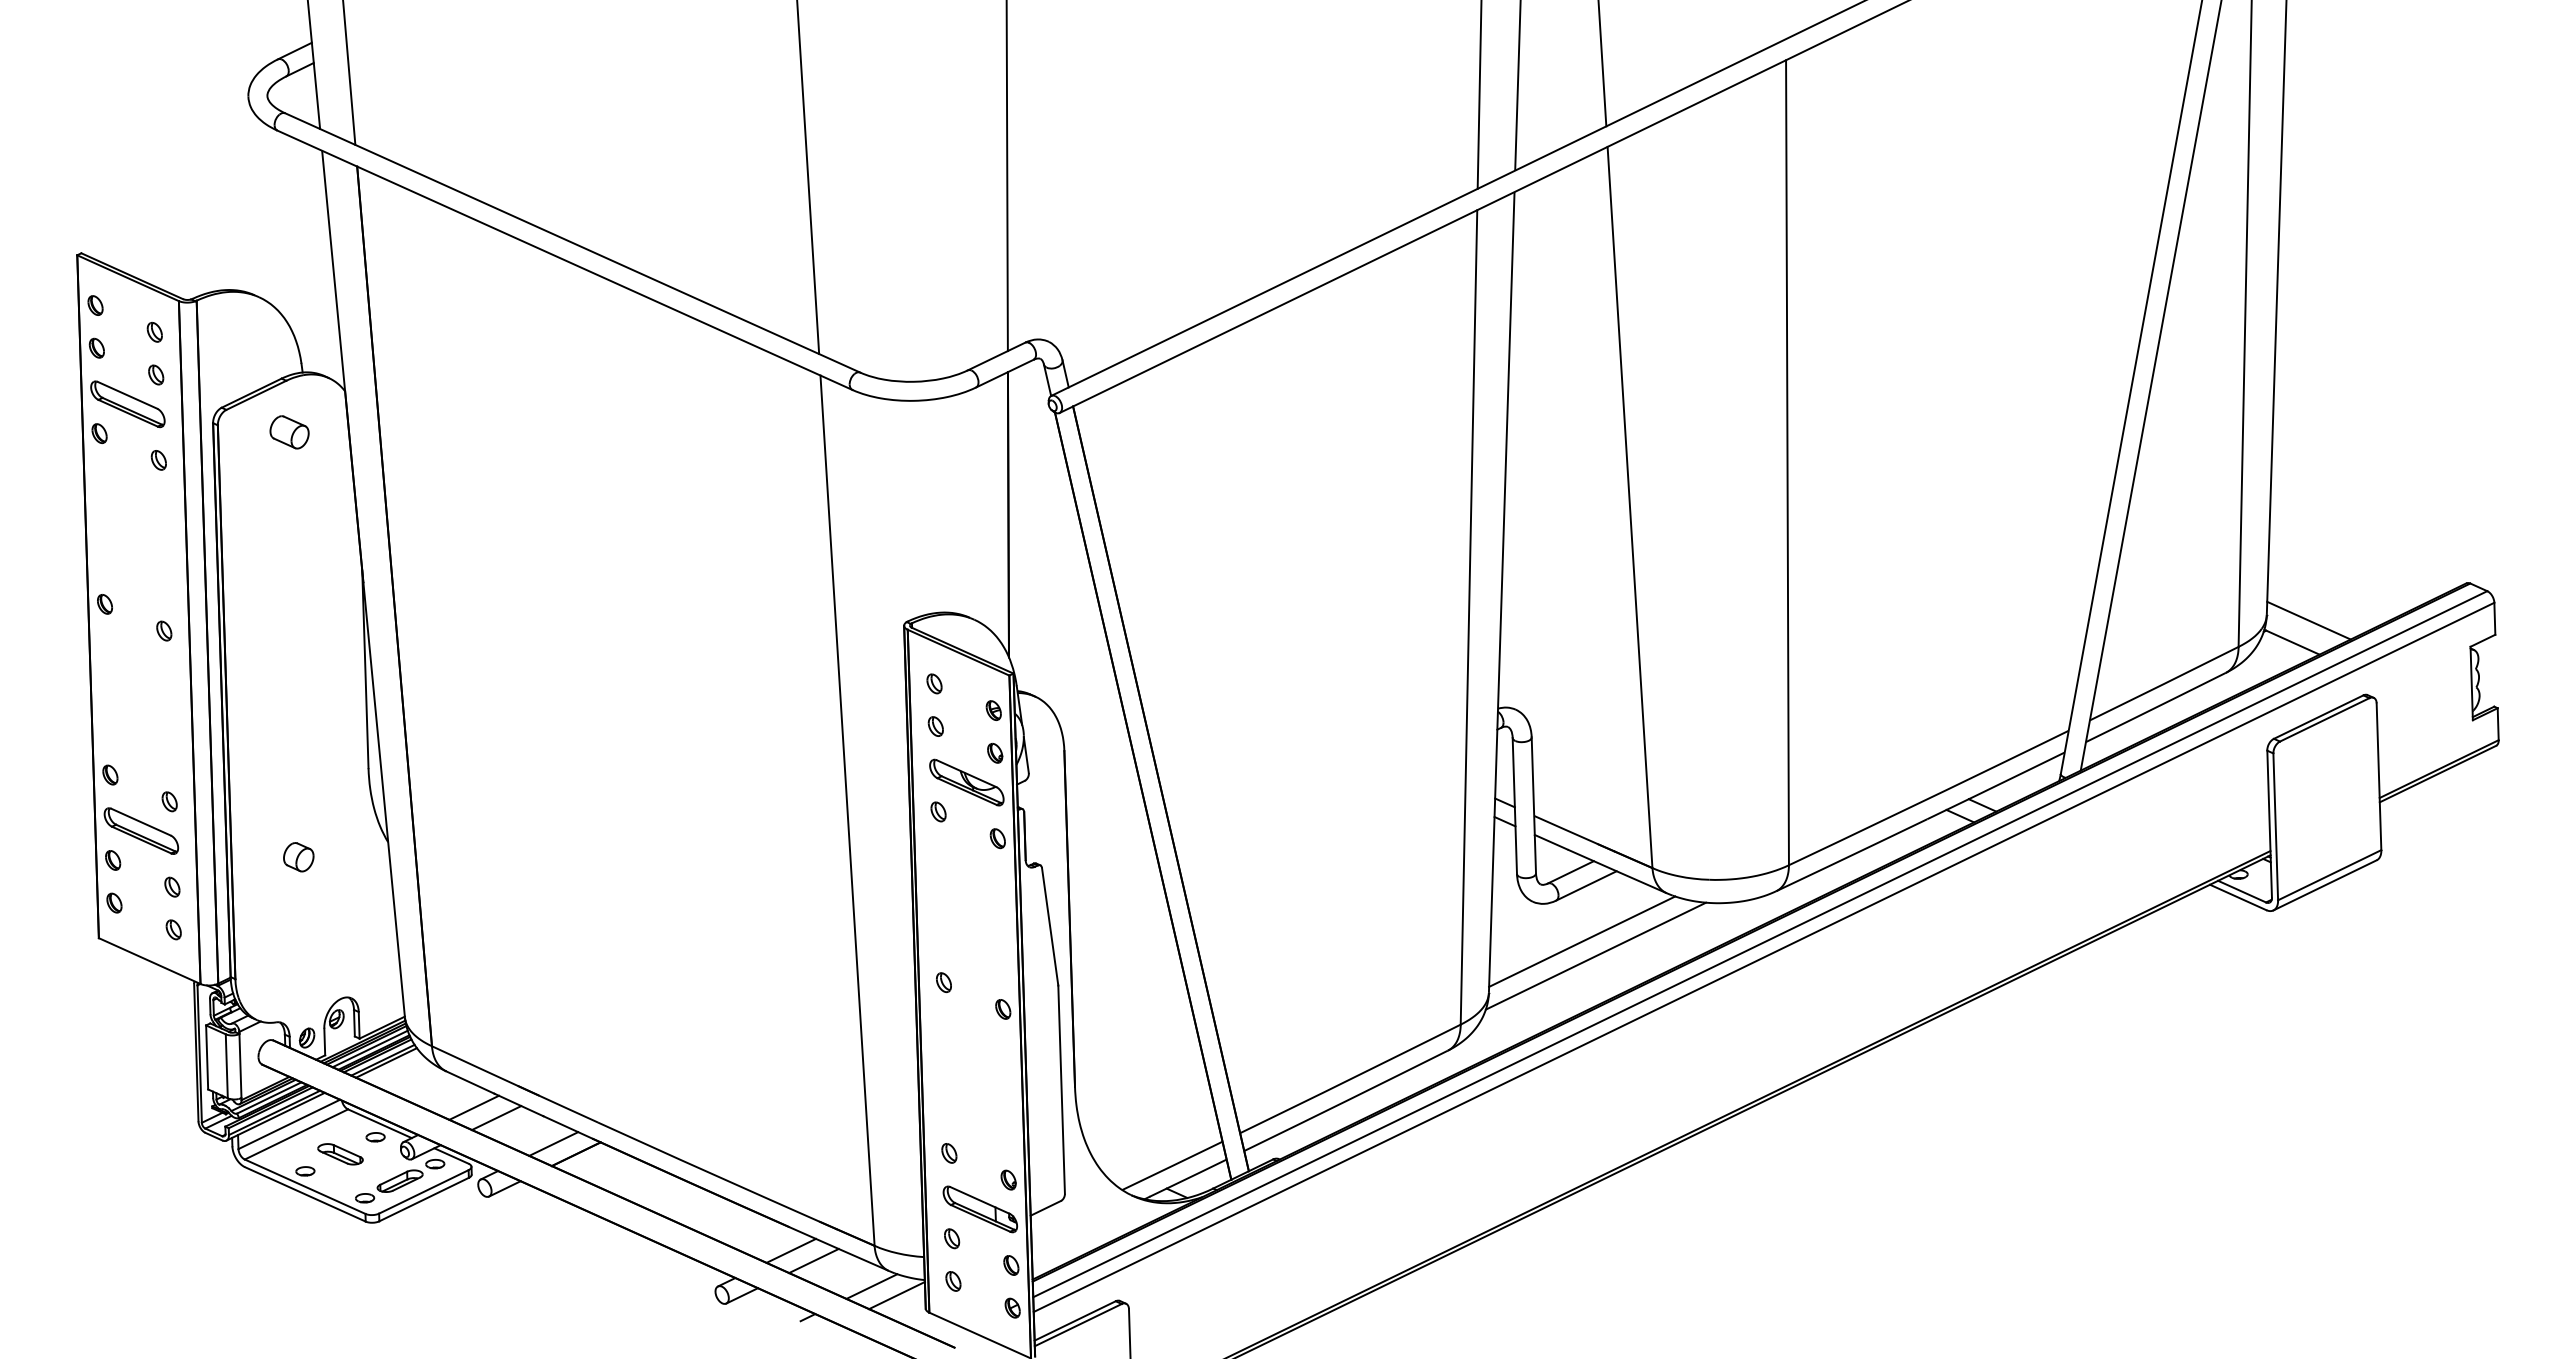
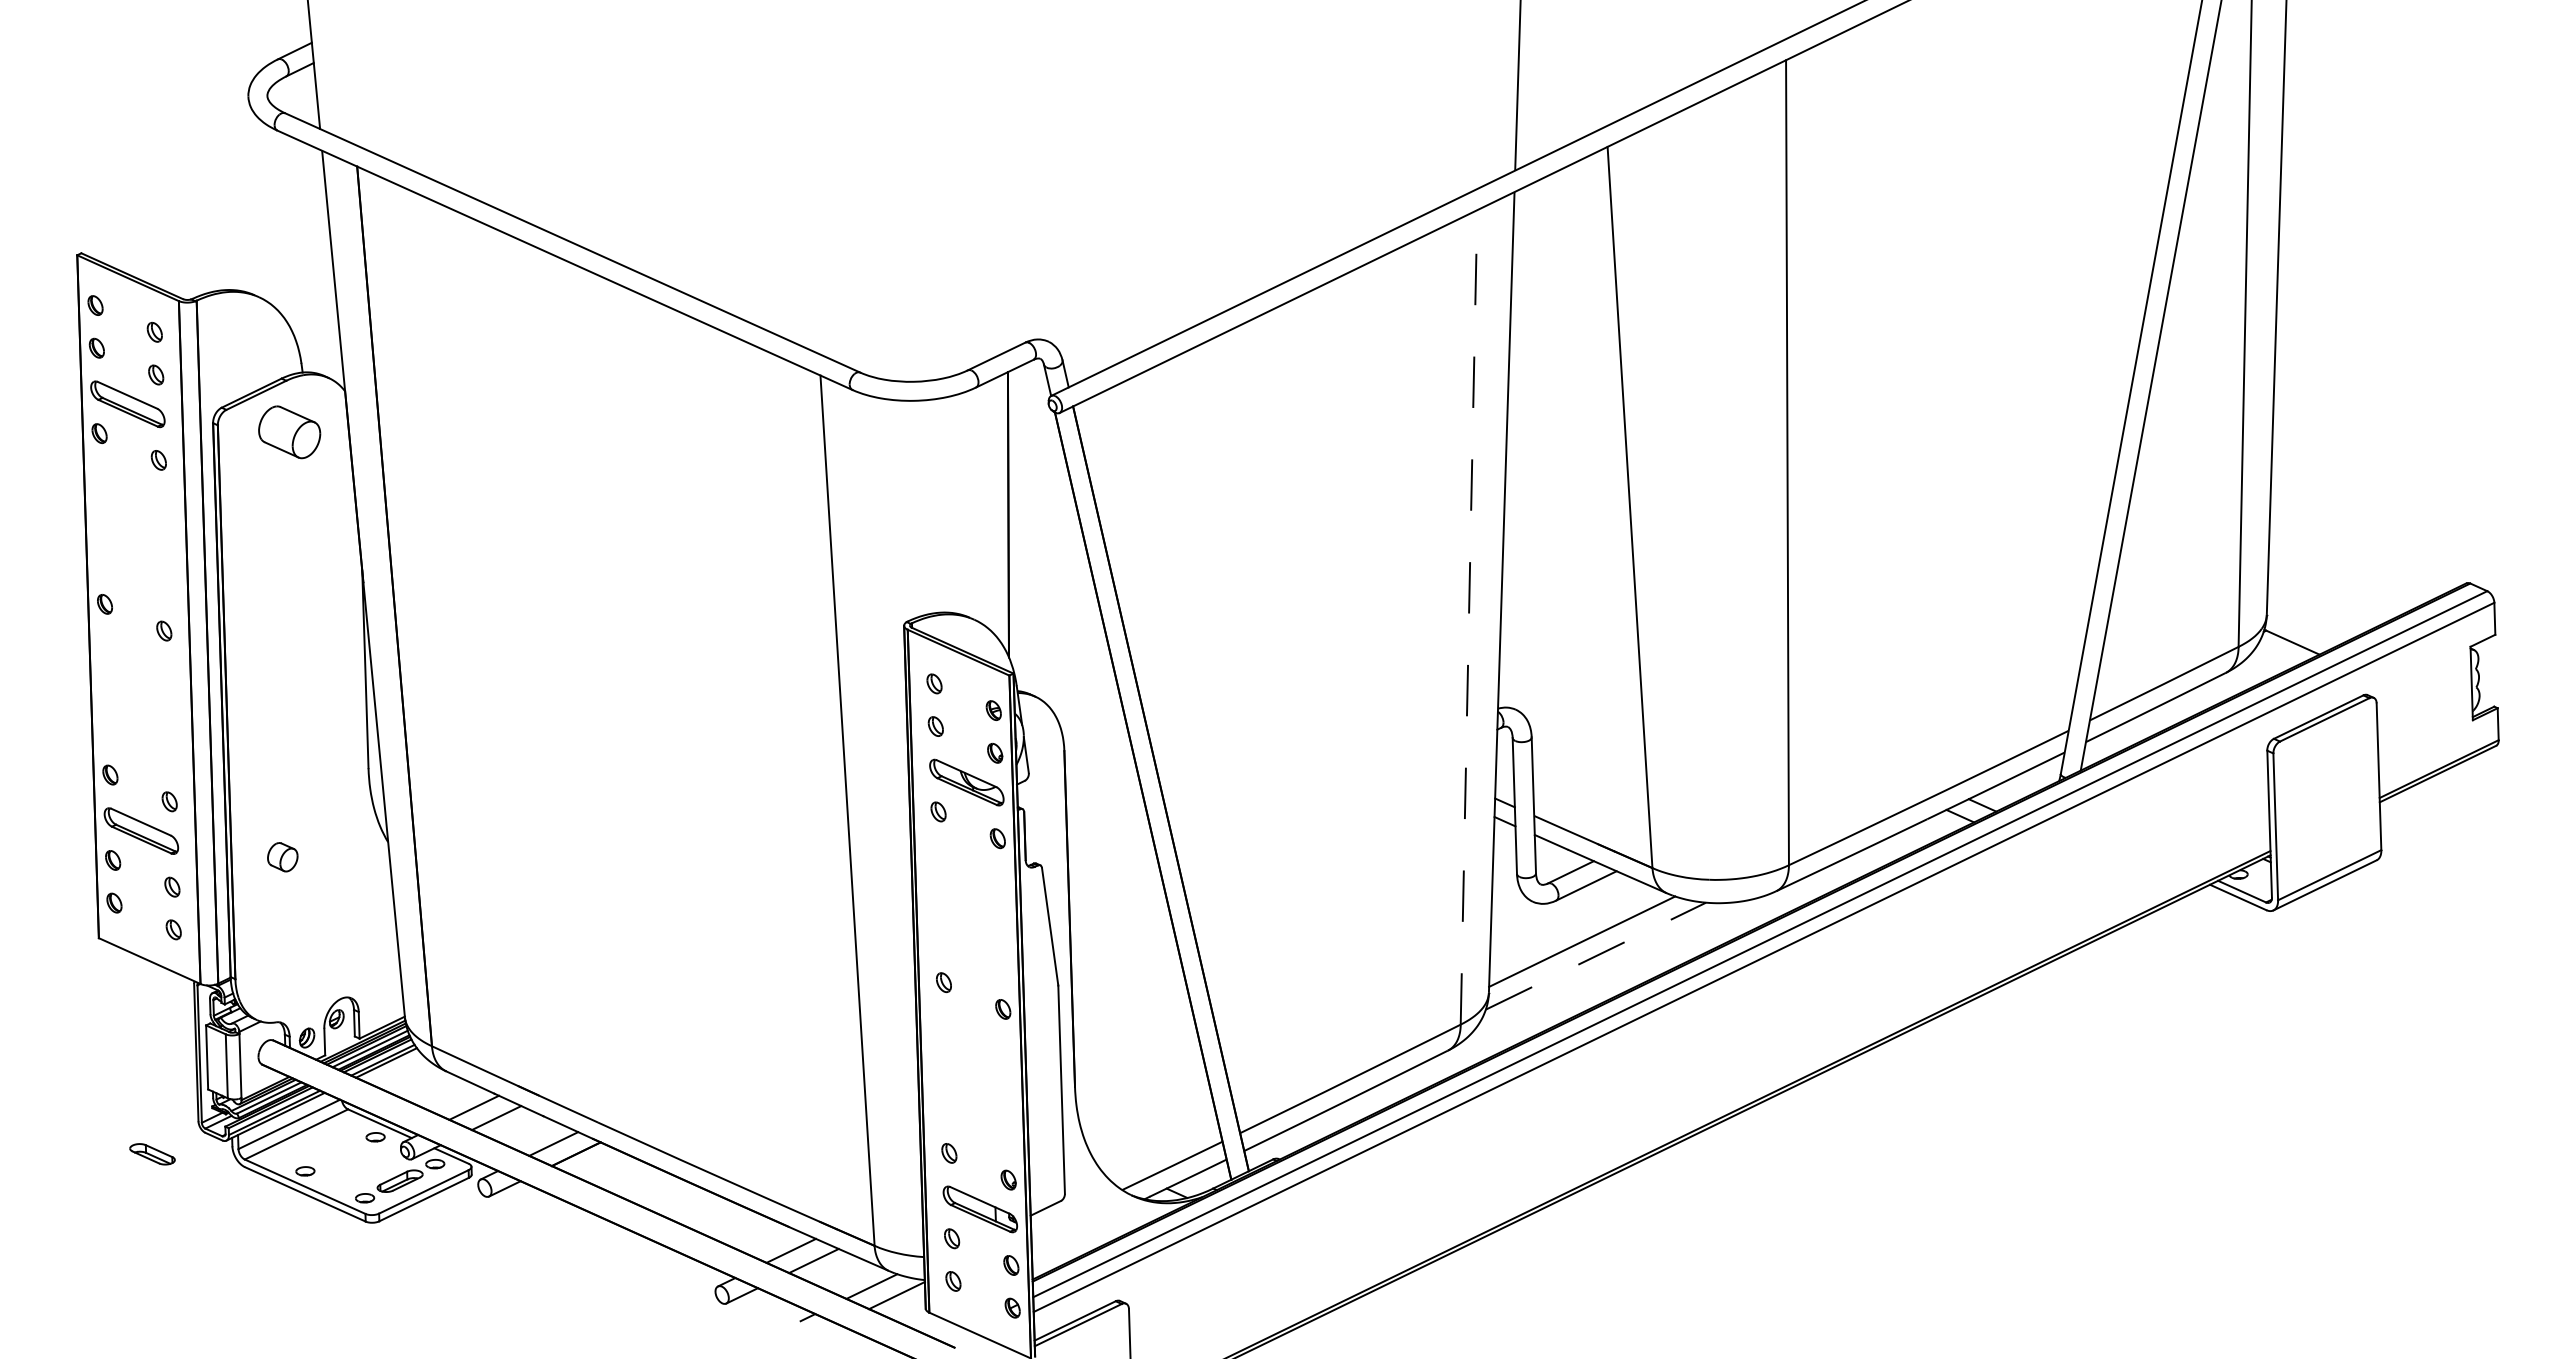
line at (1602, 64): present -> none
line at (349, 73): present -> none
line at (1479, 95): present -> none
line at (1006, 176): present -> none
line at (808, 178): present -> none
part at (289, 432) size: 41x35 px -> 64x55 px
line at (1469, 616): solid -> dashed
line at (2308, 620): present -> none
part at (298, 857) position: (298, 857) -> (282, 857)
line at (1596, 955): solid -> dashed
part at (340, 1154) position: (340, 1154) -> (152, 1154)
